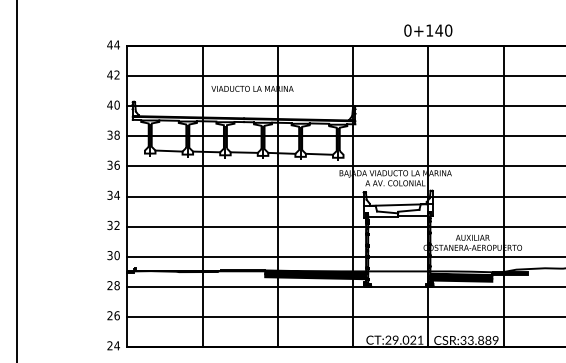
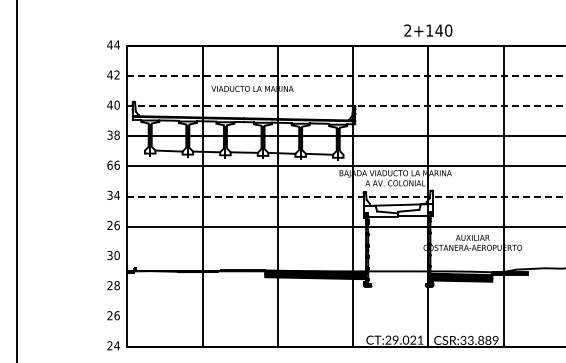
text at (407, 30): 0+140 -> 2+140
line at (346, 76): solid -> dashed
line at (346, 106): solid -> dashed
text at (109, 164): 36 -> 66
line at (346, 196): solid -> dashed
text at (113, 225): 32 -> 26
line at (344, 256): present -> none
line at (344, 286): present -> none
line at (344, 316): present -> none
